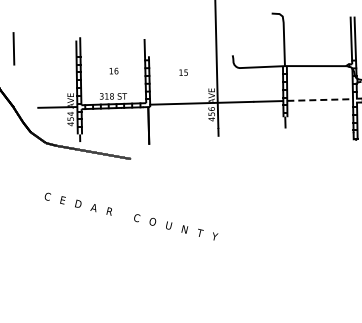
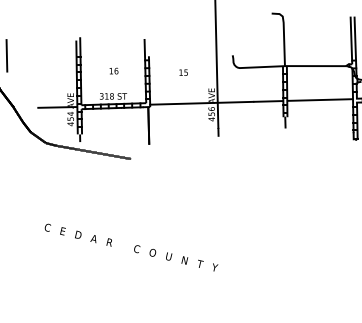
line at (13, 48) position: (13, 48) -> (6, 55)
line at (320, 100): dashed -> solid
text at (131, 216) position: (131, 216) -> (131, 247)
